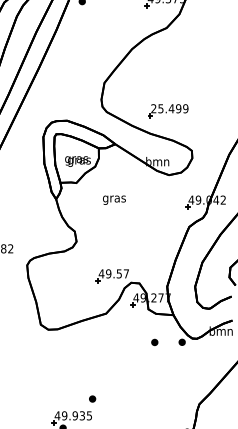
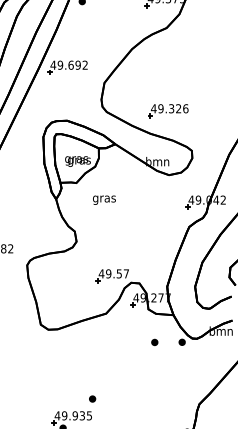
part at (67, 67): none -> present
text at (169, 108): 25.499 -> 49.326
text at (114, 199) position: (114, 199) -> (104, 199)
